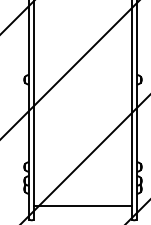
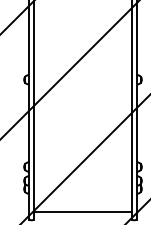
line at (82, 206) position: (82, 206) -> (82, 212)
